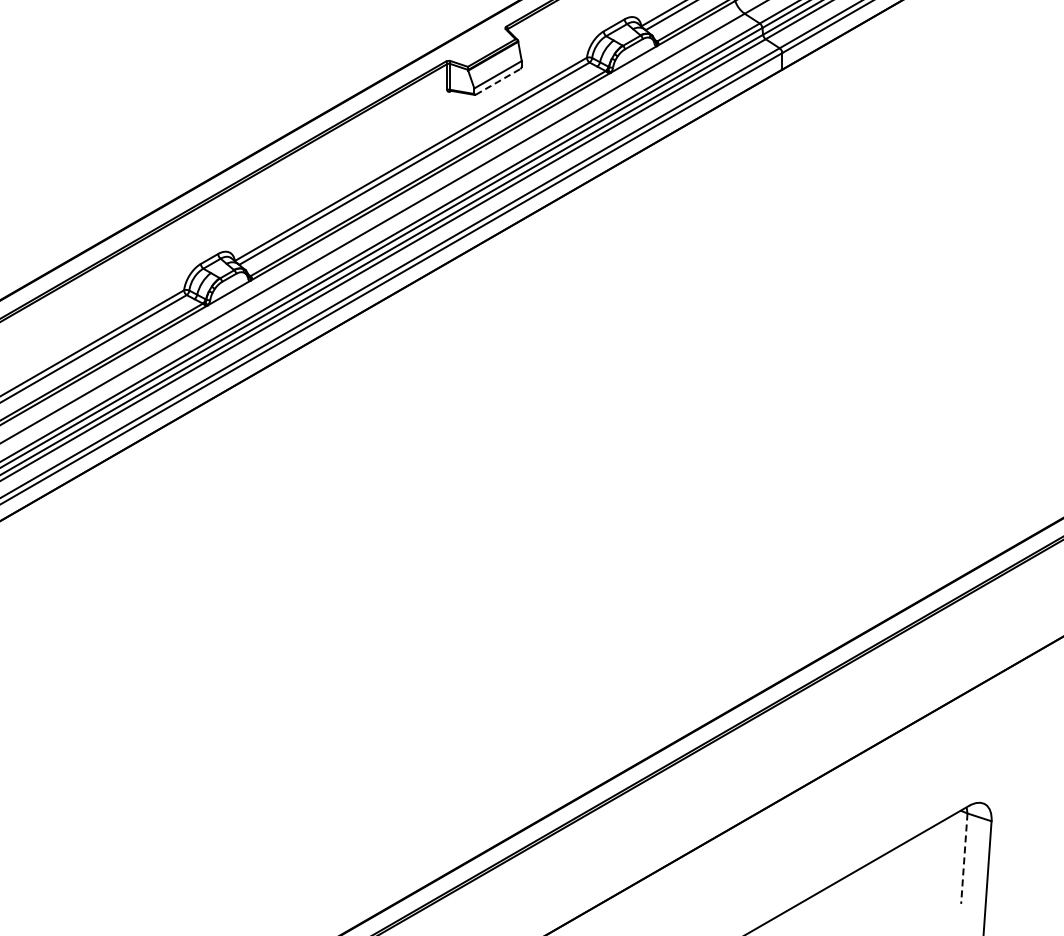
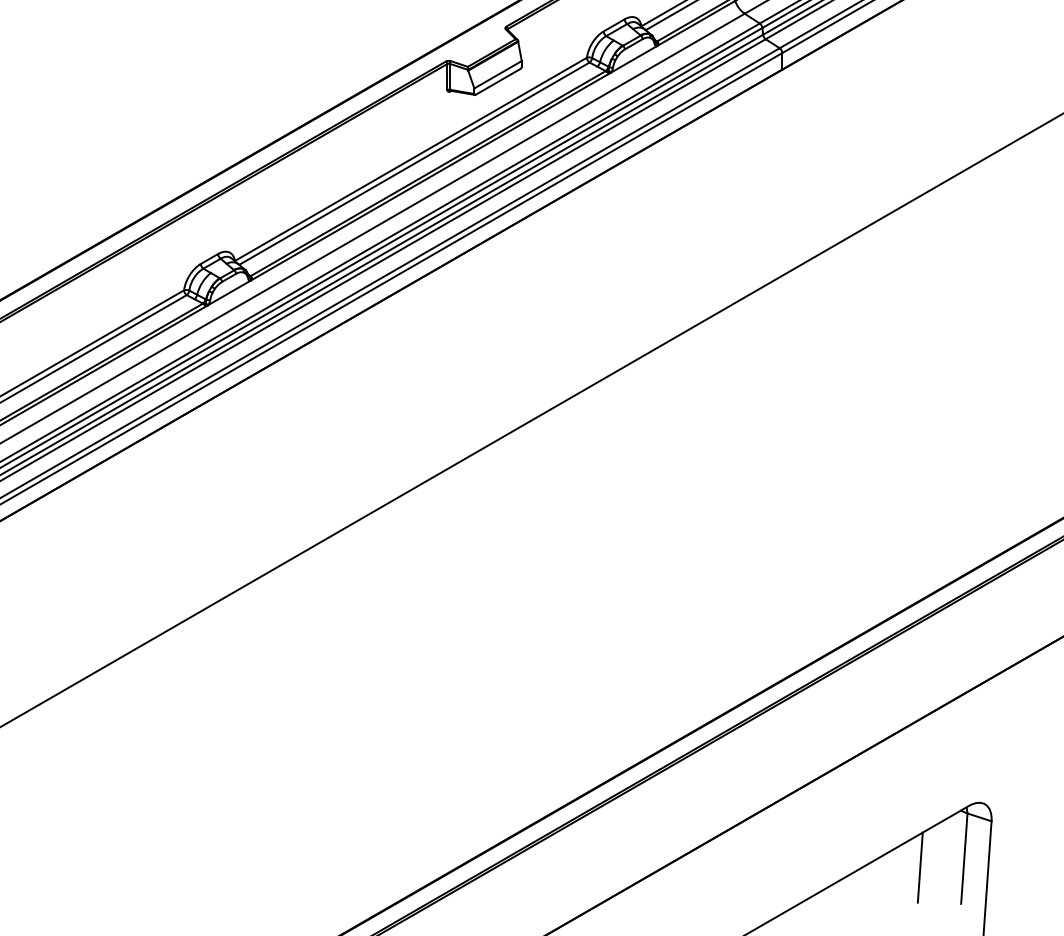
line at (498, 81): dashed -> solid
line at (531, 420): none -> present
line at (964, 859): dashed -> solid
line at (919, 867): none -> present
